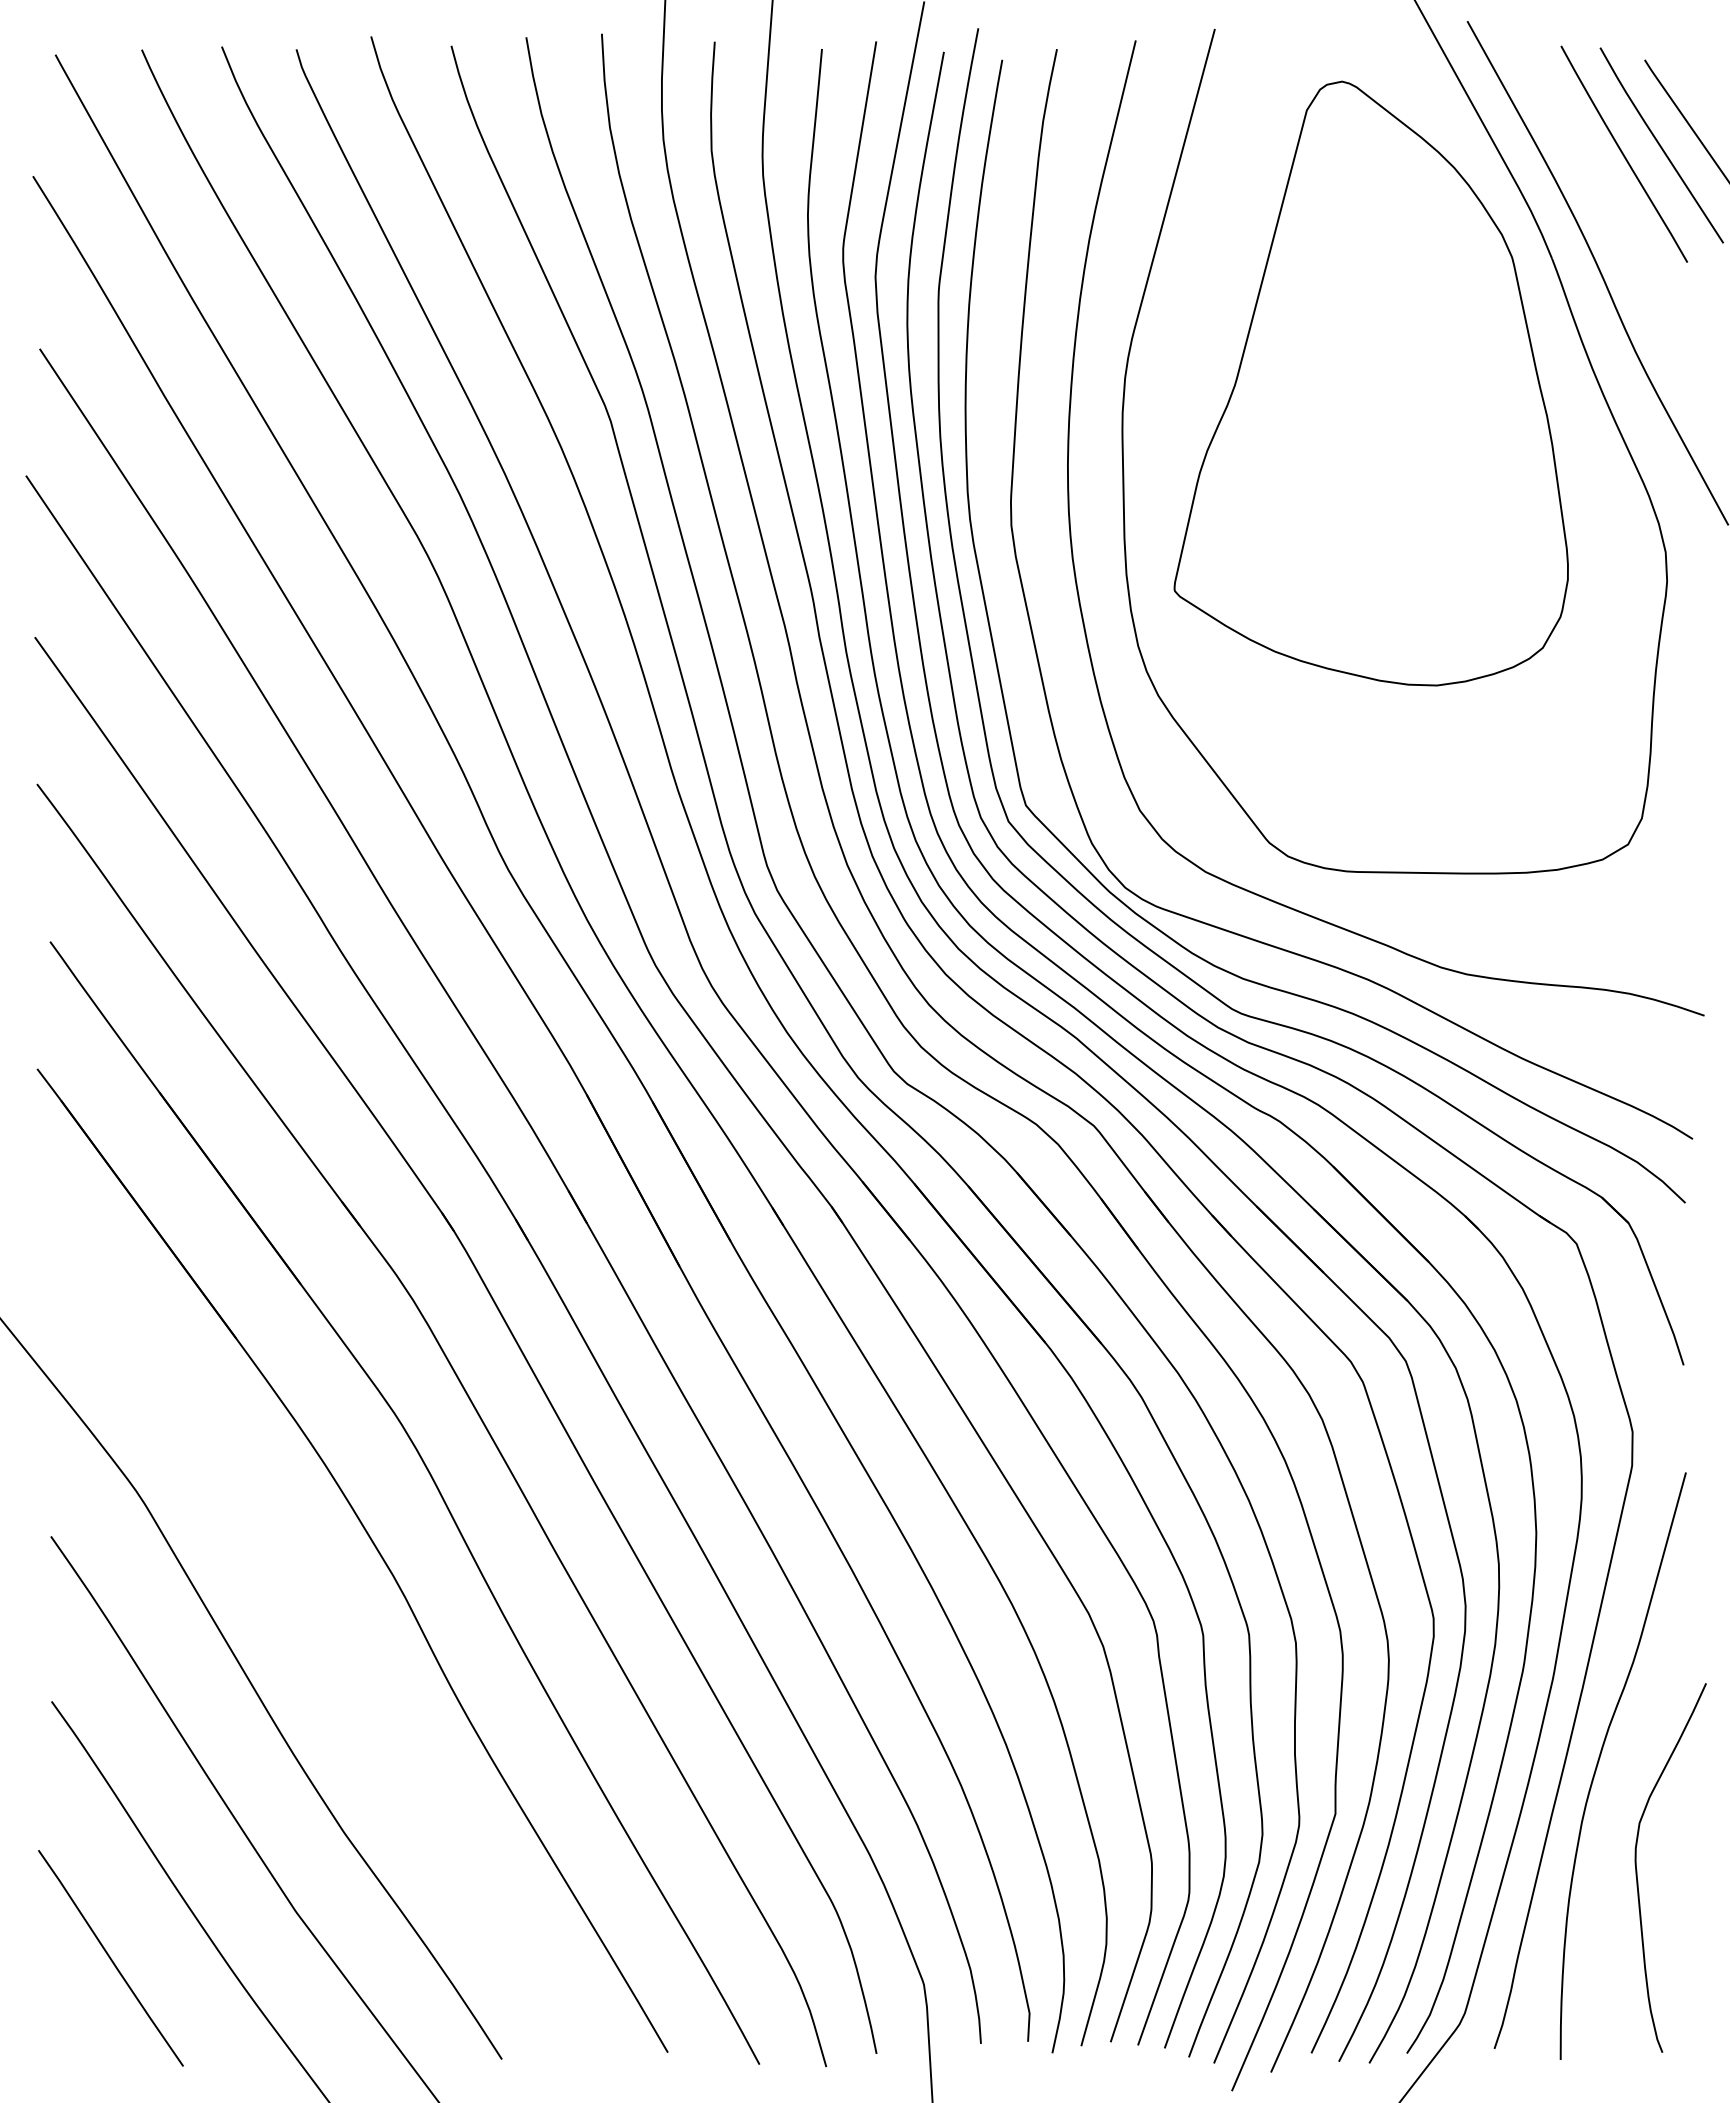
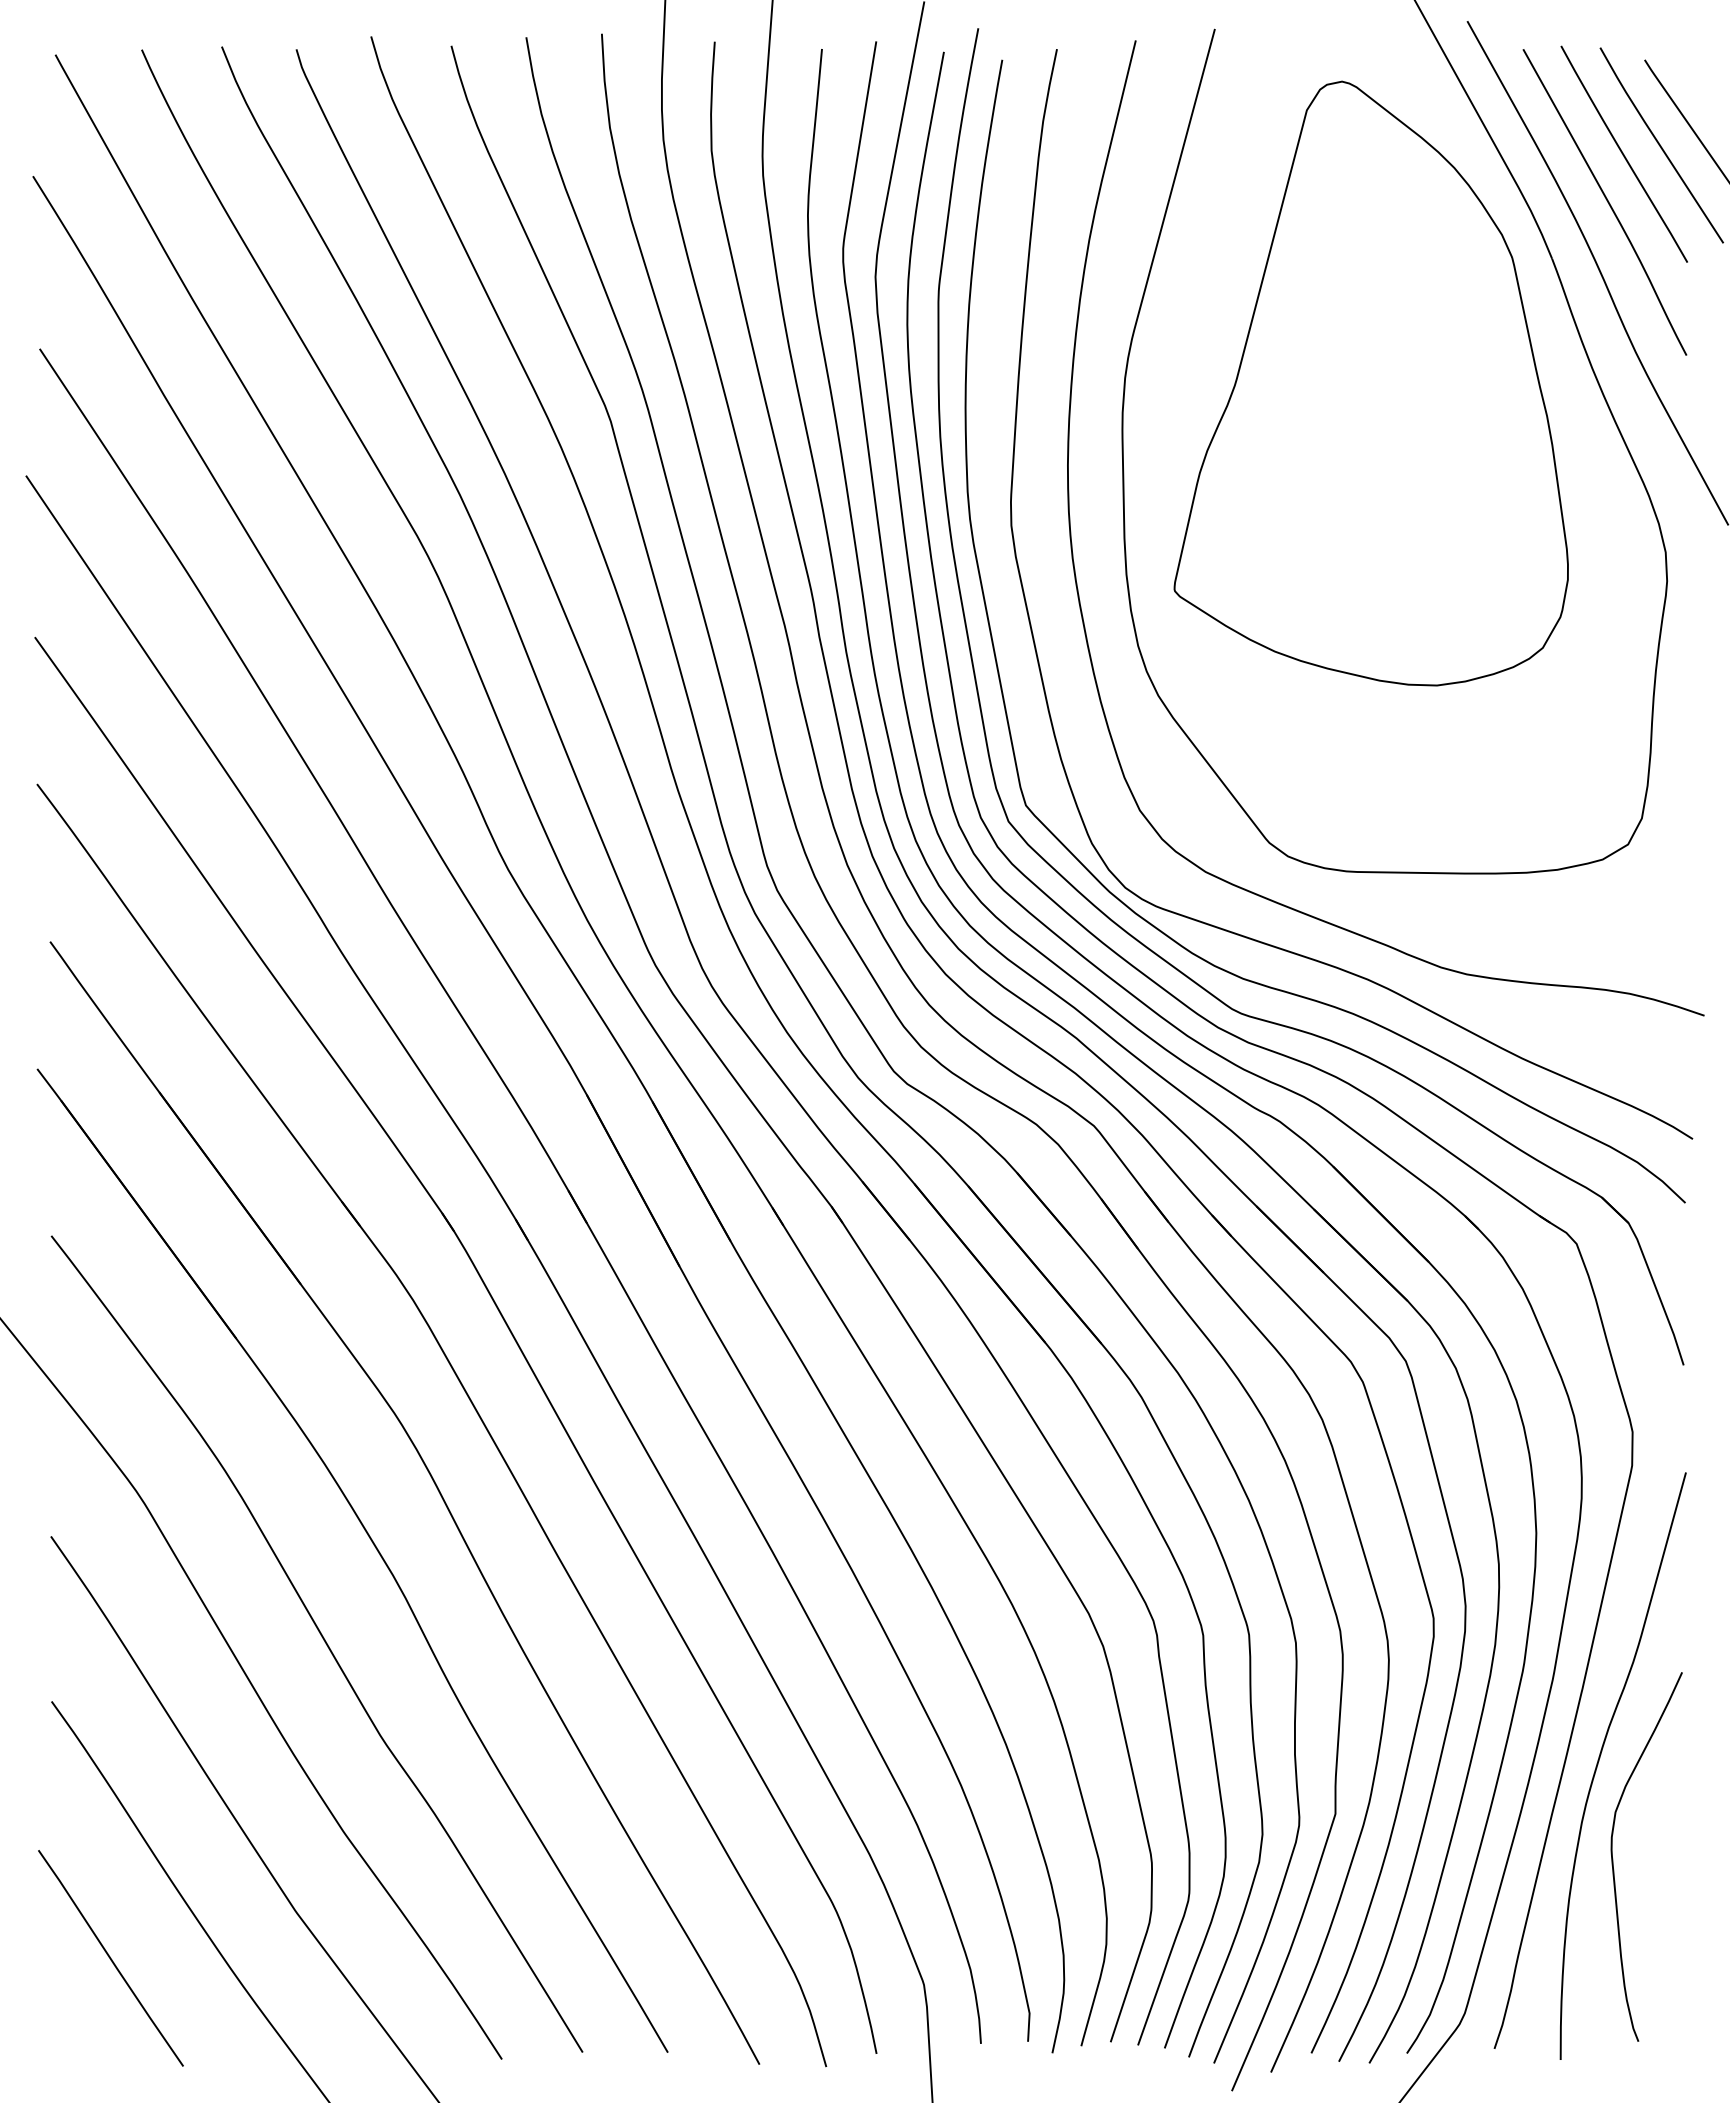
curve at (1606, 200): none -> present
curve at (323, 1640): none -> present
curve at (1637, 1869) position: (1637, 1869) -> (1613, 1858)
